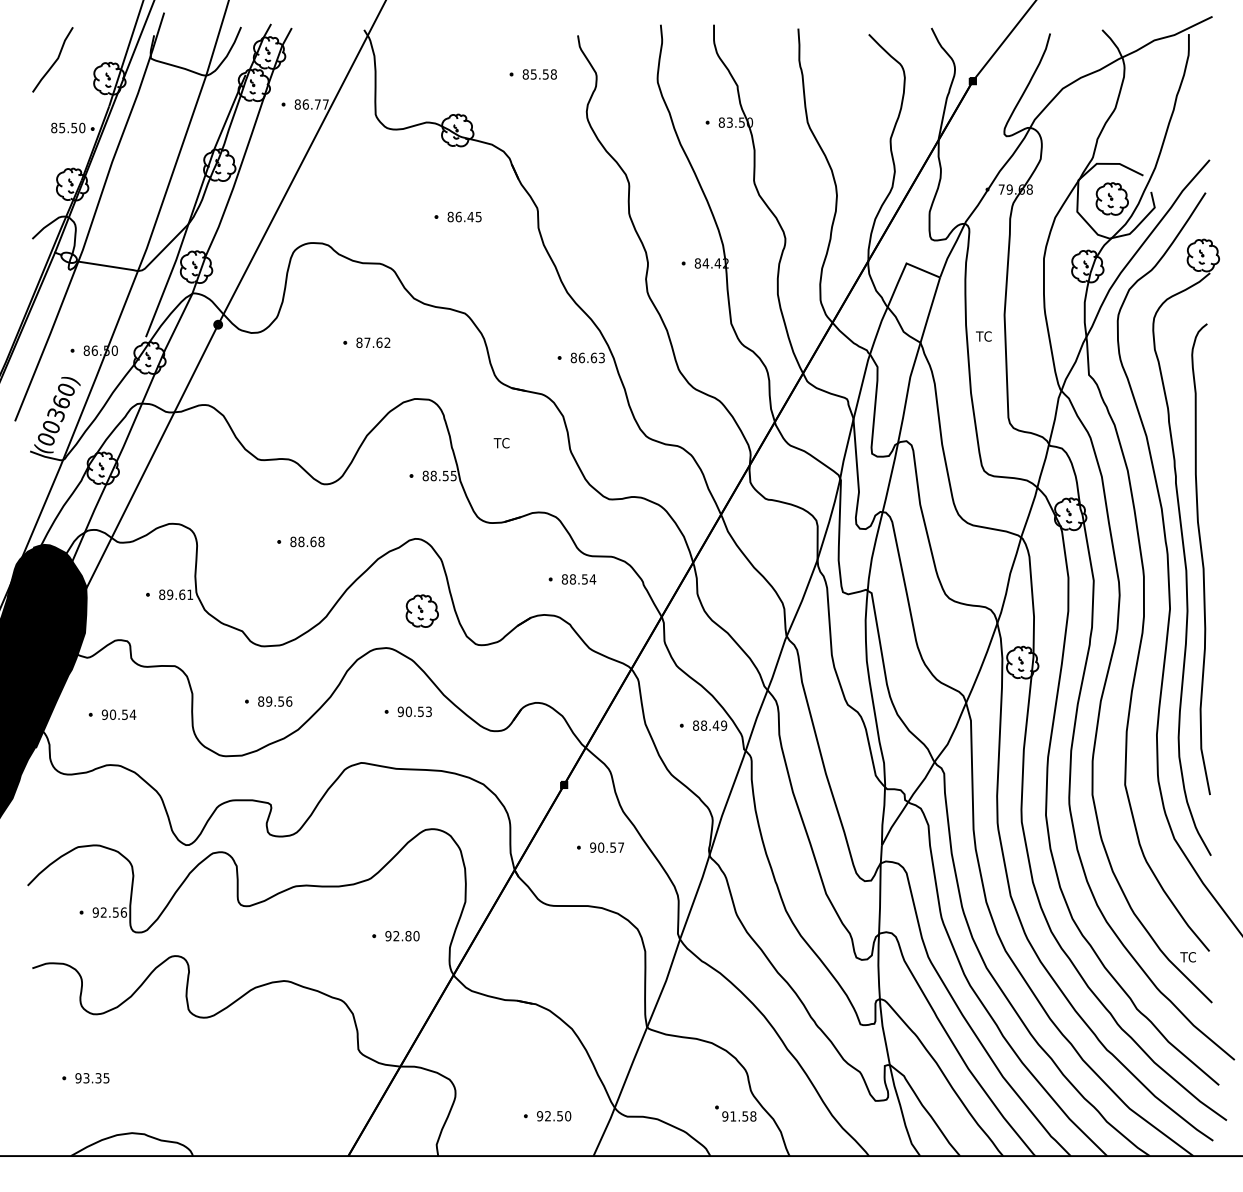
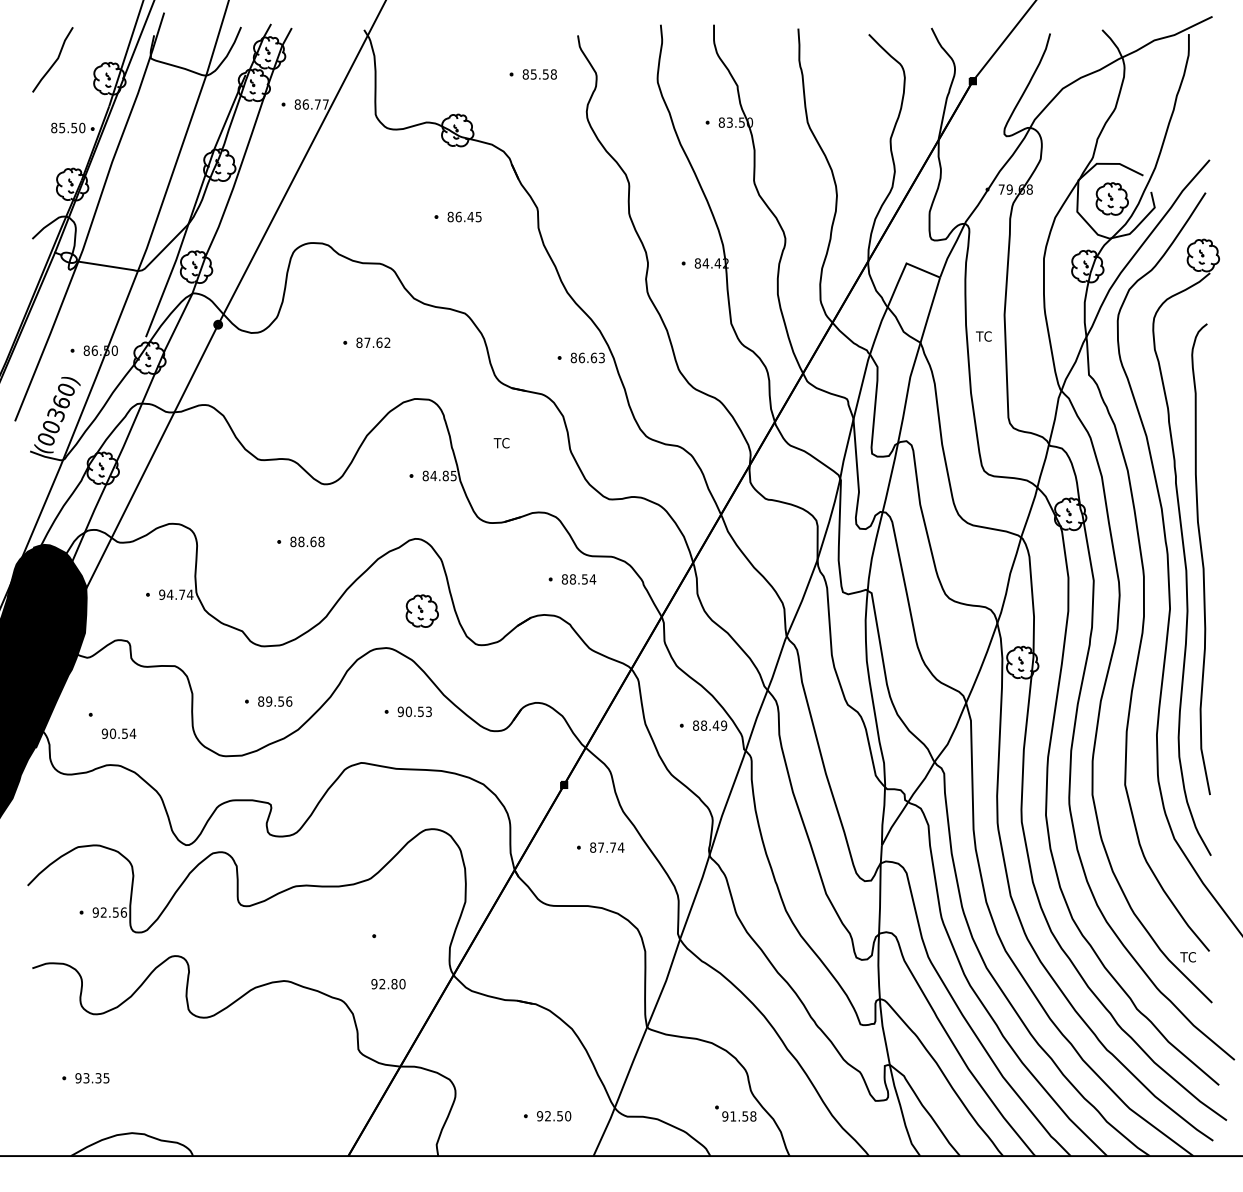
text at (439, 475): 88.55 -> 84.85
text at (176, 594): 89.61 -> 94.74
text at (118, 714) position: (118, 714) -> (118, 733)
text at (607, 847): 90.57 -> 87.74
text at (402, 936) position: (402, 936) -> (388, 984)
